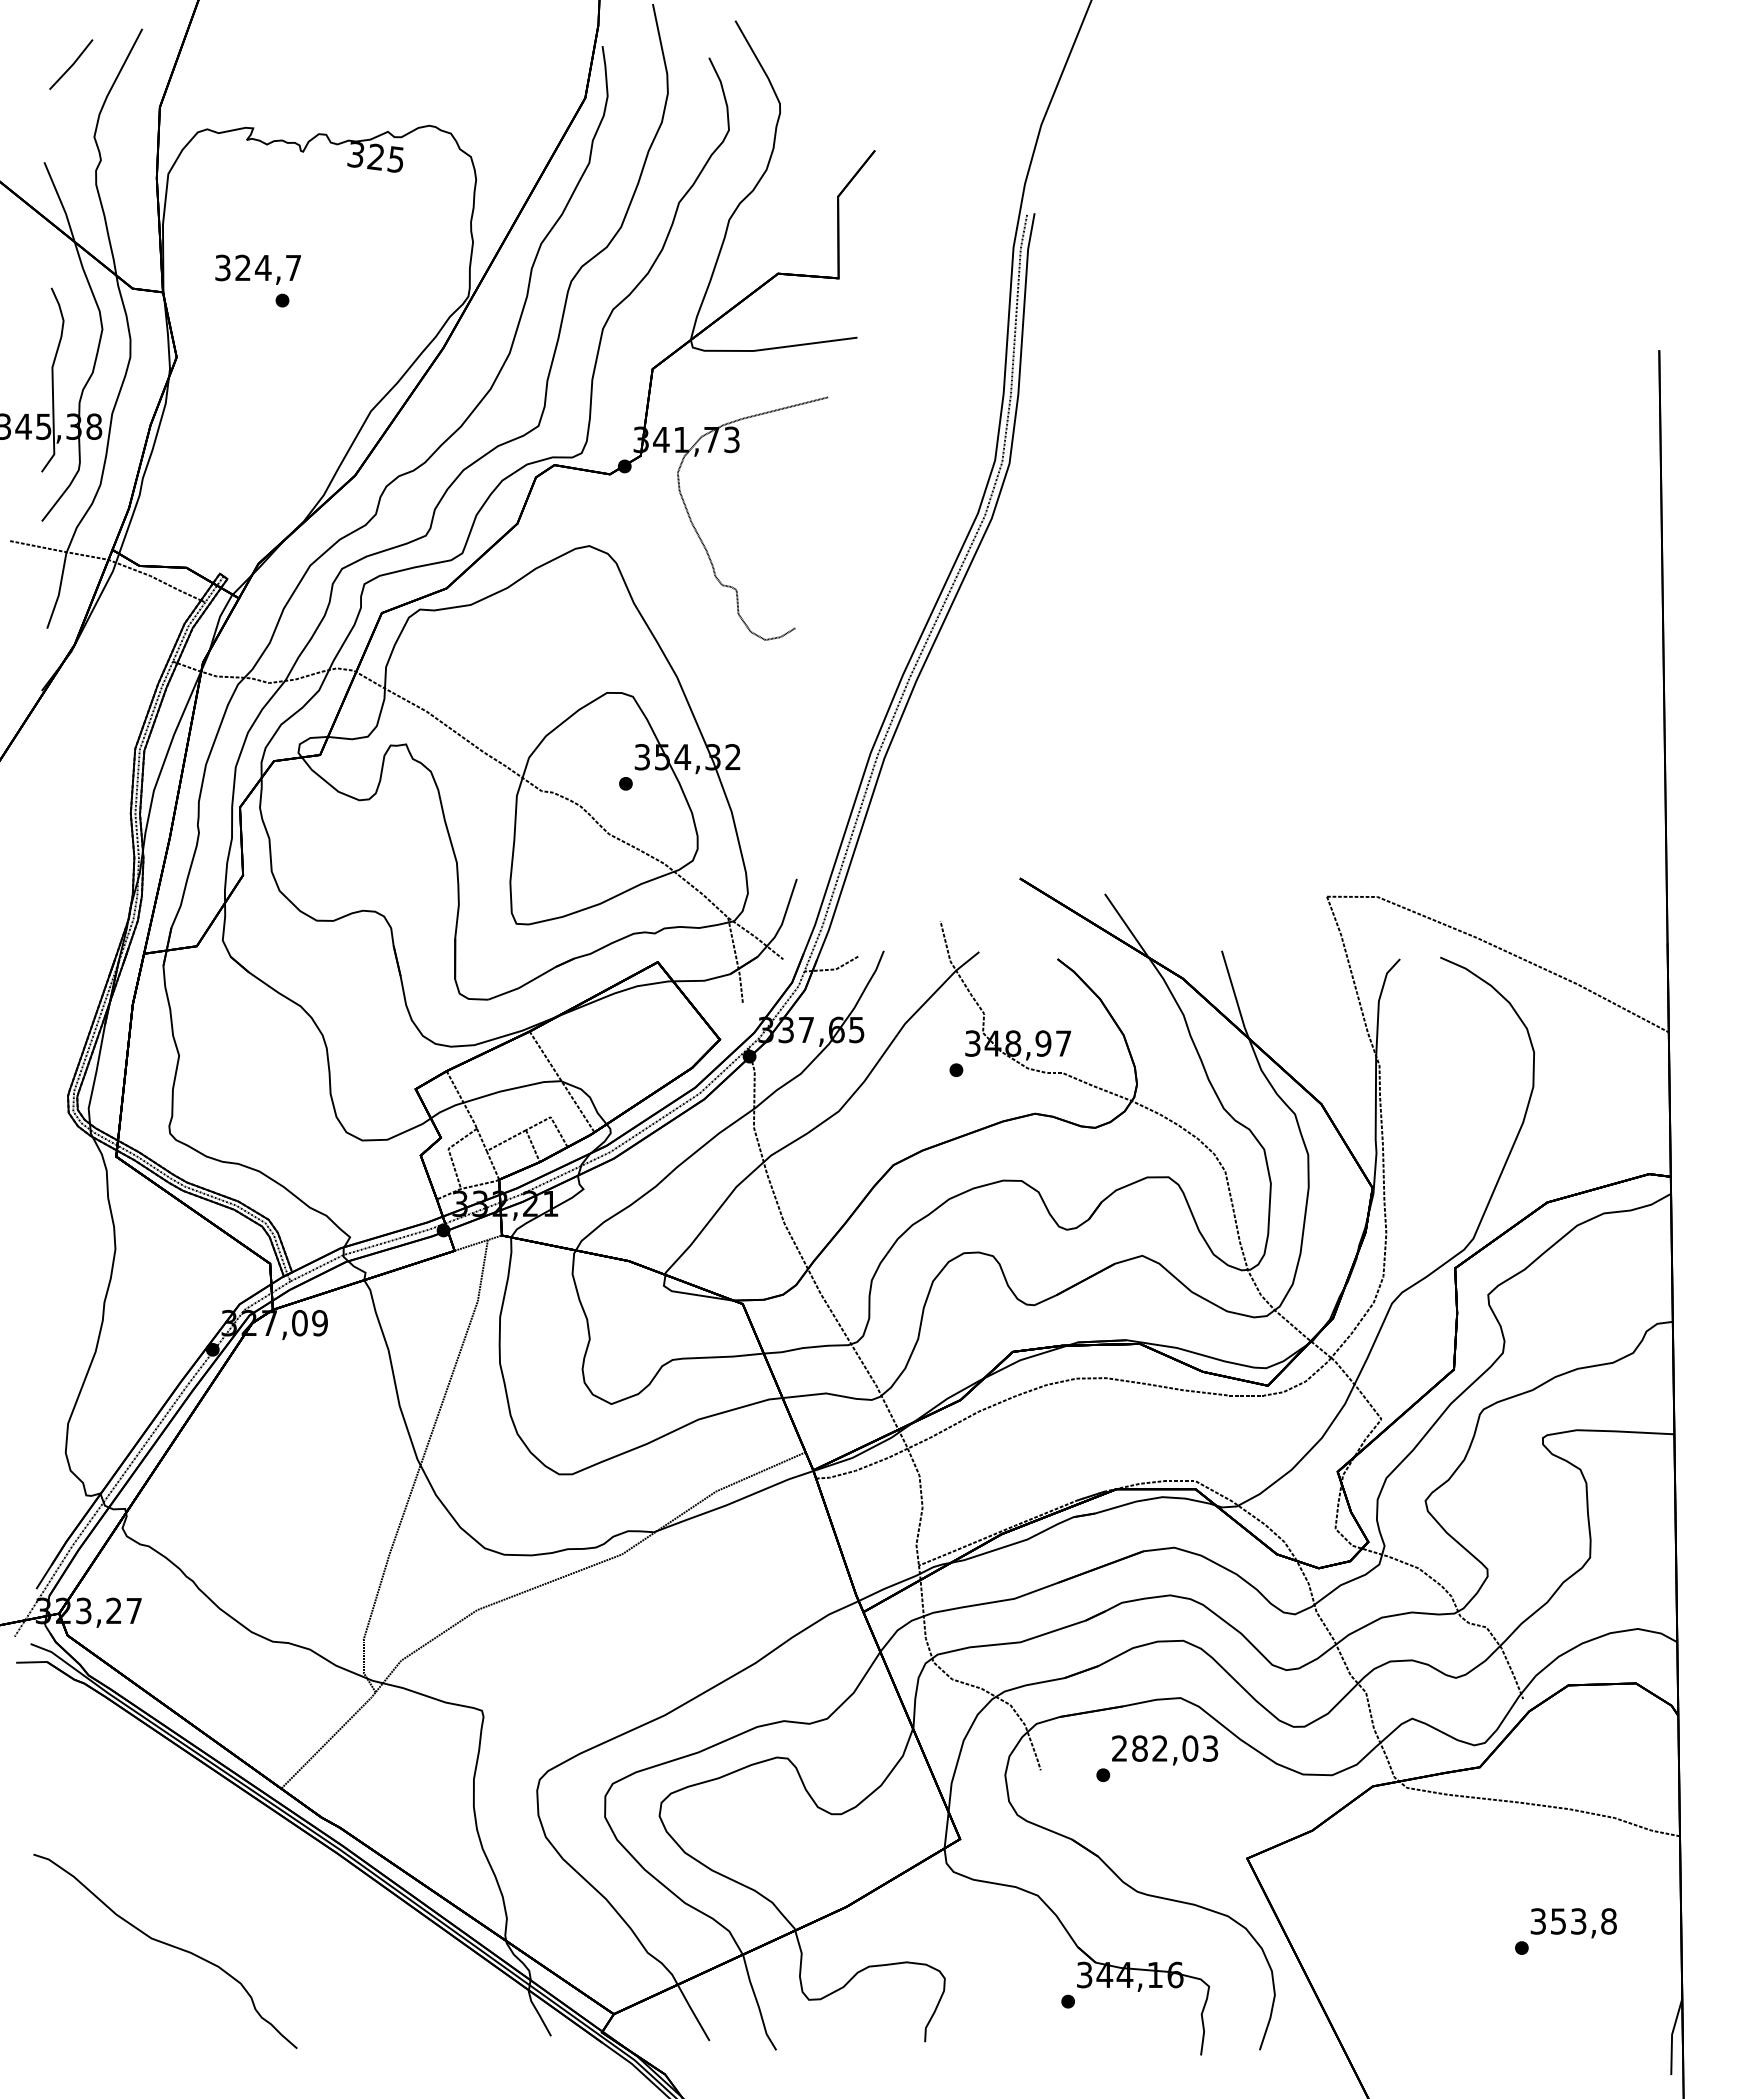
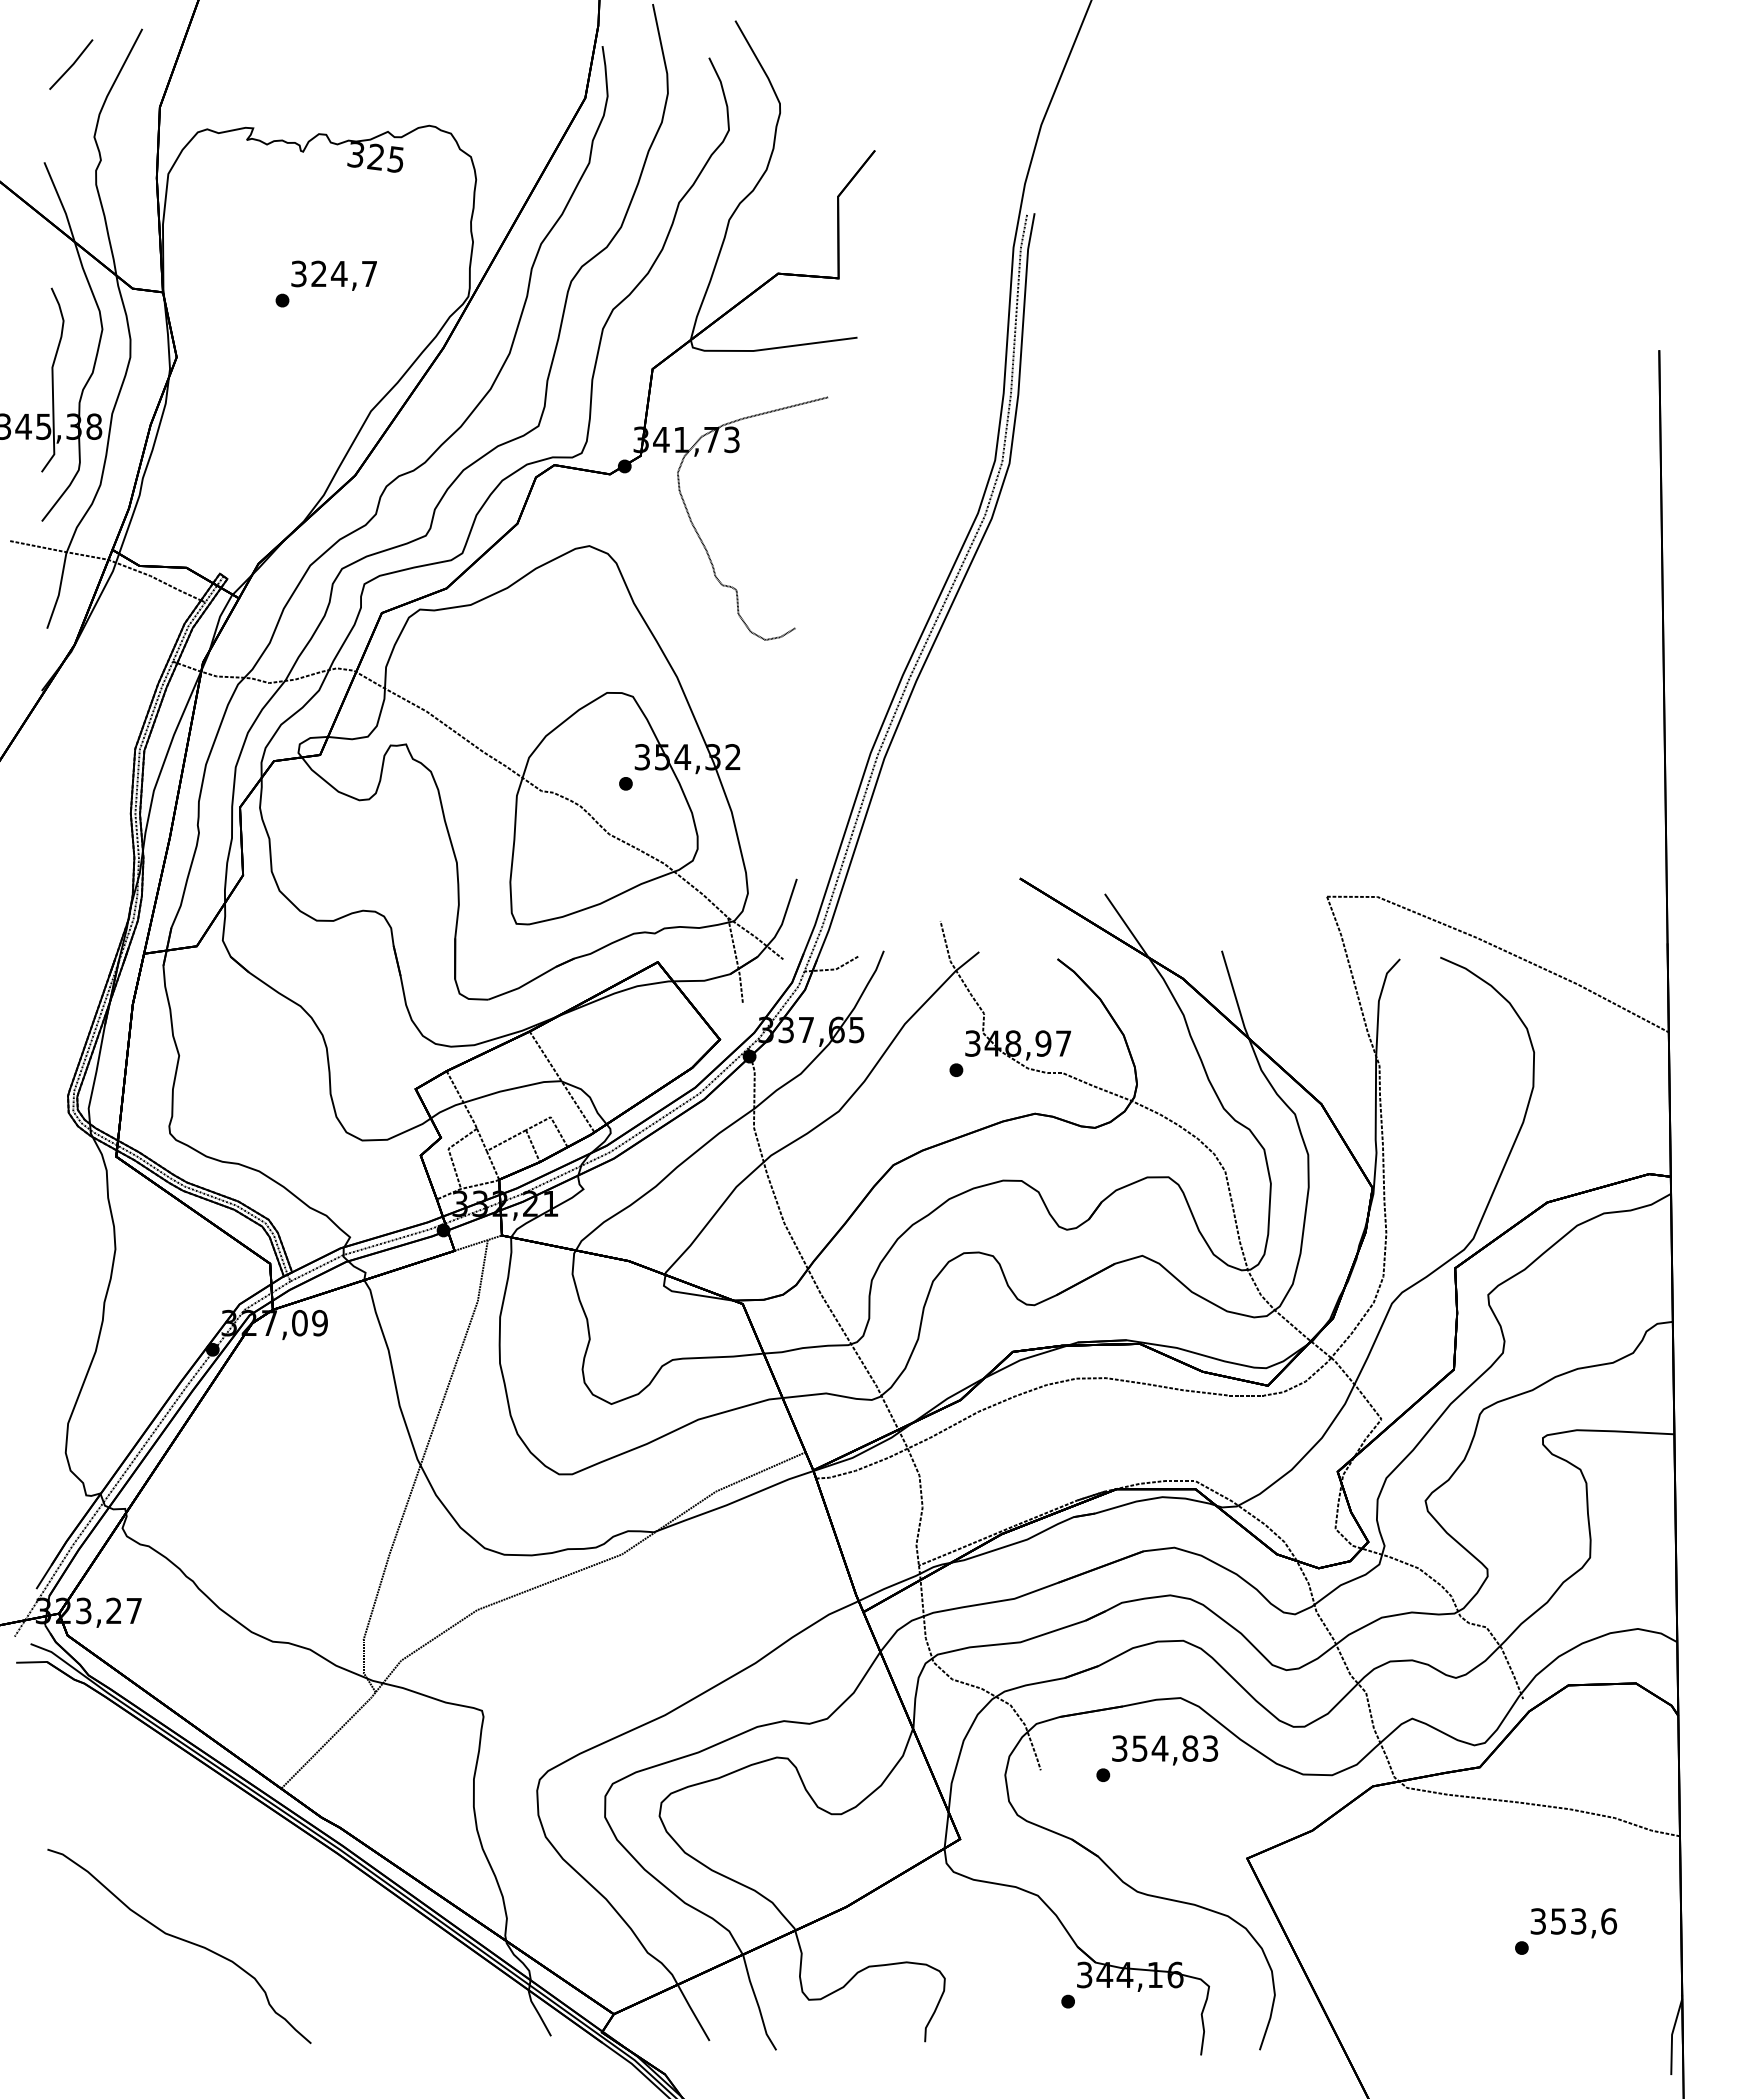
text at (257, 269) position: (257, 269) -> (333, 275)
text at (1155, 1748): 282,03 -> 354,83
text at (1609, 1921): 353,8 -> 353,6
part at (167, 1945) position: (167, 1945) -> (181, 1940)
